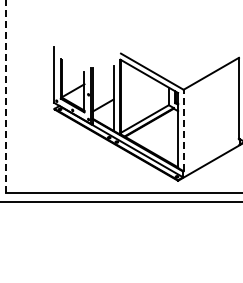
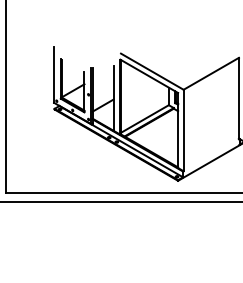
line at (6, 96): dashed -> solid
line at (183, 130): dashed -> solid
